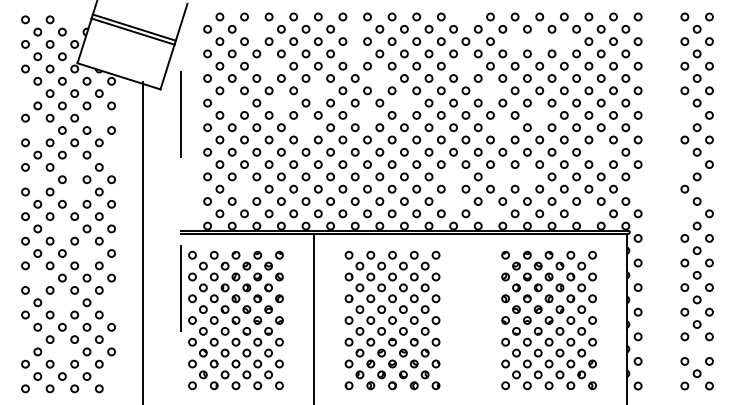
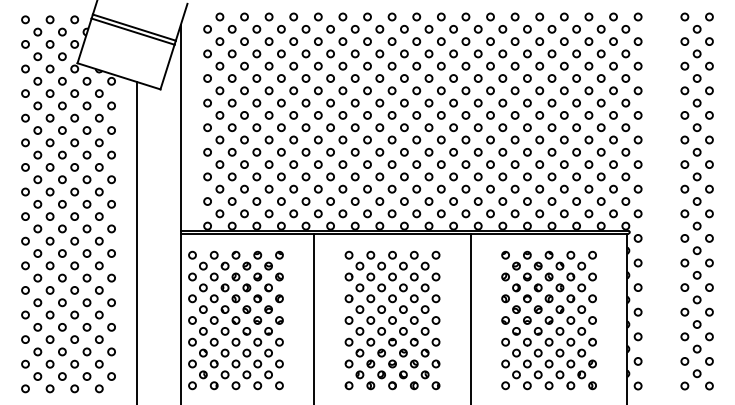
circle at (465, 16): none -> present
circle at (74, 19): none -> present
circle at (256, 29): none -> present
circle at (354, 29): none -> present
circle at (514, 41): none -> present
circle at (539, 41): none -> present
circle at (564, 41): none -> present
circle at (354, 53): none -> present
circle at (268, 65): none -> present
circle at (465, 65): none -> present
circle at (379, 78): none -> present
circle at (318, 90): none -> present
circle at (490, 90): none -> present
circle at (25, 93): none -> present
circle at (231, 102): none -> present
circle at (281, 102): none -> present
circle at (404, 102): none -> present
circle at (367, 115): none -> present
circle at (539, 115): none -> present
circle at (684, 115): none -> present
circle at (99, 117): none -> present
circle at (305, 127): none -> present
circle at (502, 127): none -> present
circle at (37, 130): none -> present
circle at (600, 152): none -> present
circle at (111, 154): none -> present
circle at (684, 164): none -> present
circle at (74, 167): none -> present
circle at (453, 176): none -> present
circle at (502, 176): none -> present
circle at (527, 176): none -> present
circle at (37, 179): none -> present
circle at (244, 188): none -> present
circle at (637, 188): none -> present
circle at (709, 188): none -> present
circle at (74, 191): none -> present
circle at (453, 201): none -> present
circle at (490, 213): none -> present
circle at (588, 213): none -> present
circle at (684, 213): none -> present
line at (180, 214): dashed -> solid
circle at (62, 228): none -> present
line at (142, 241) position: (142, 241) -> (136, 241)
circle at (86, 253): none -> present
circle at (37, 277): none -> present
circle at (62, 302): none -> present
circle at (111, 302): none -> present
line at (470, 317): none -> present
circle at (25, 339): none -> present
circle at (696, 348): none -> present
circle at (62, 351): none -> present
circle at (111, 376): none -> present
